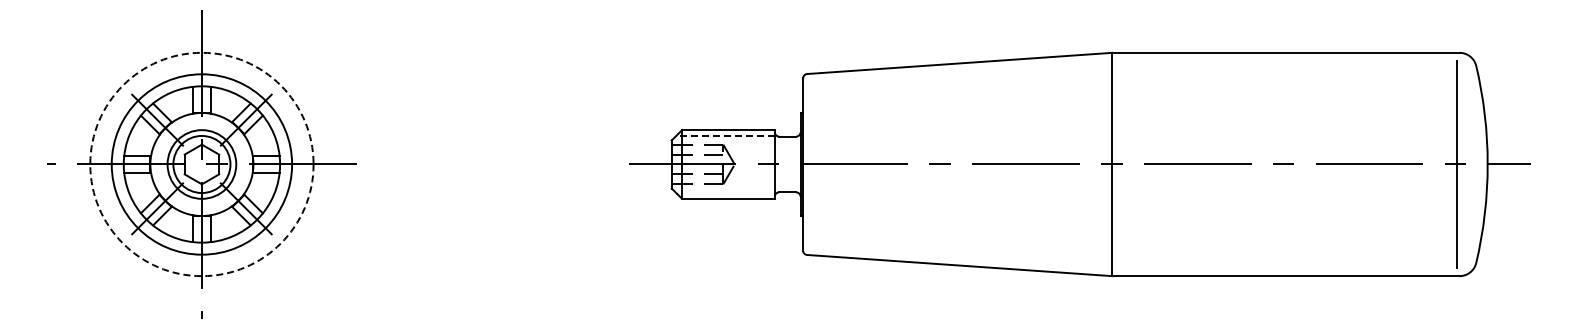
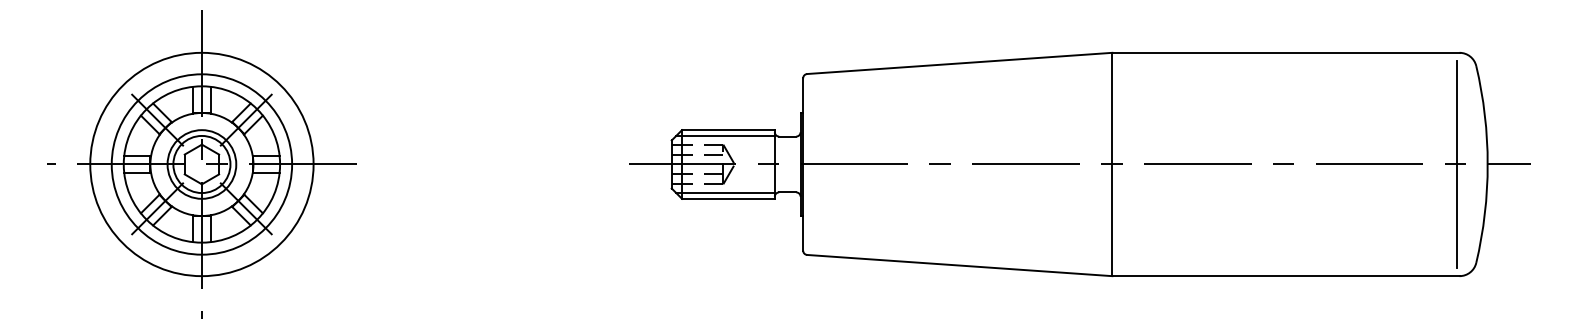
line at (725, 135): dashed -> solid
circle at (201, 164): dashed -> solid
line at (725, 193): none -> present
